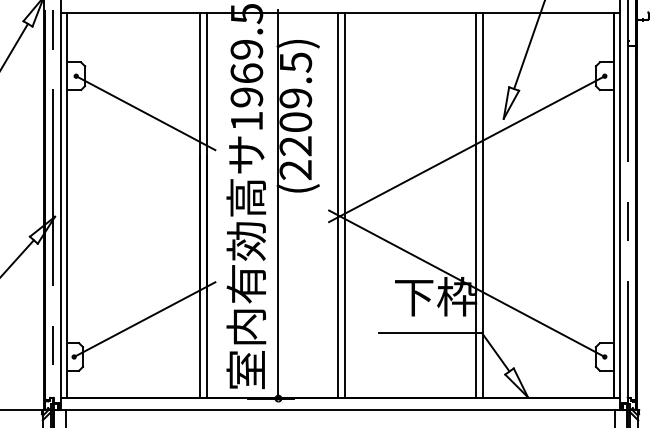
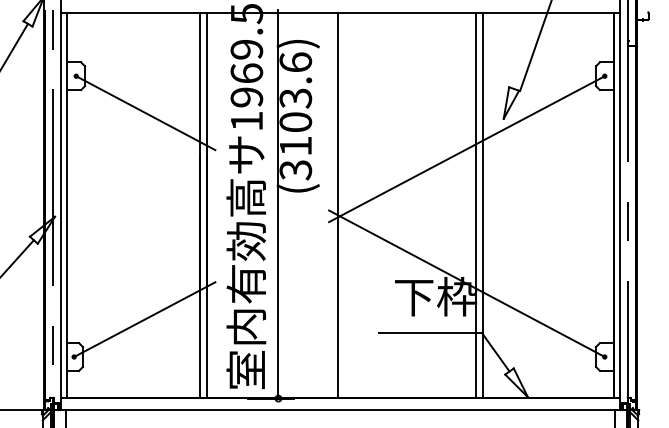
line at (529, 45) position: (529, 45) -> (535, 46)
text at (295, 116): (2209.5) -> (3103.6)
line at (345, 205): present -> none
